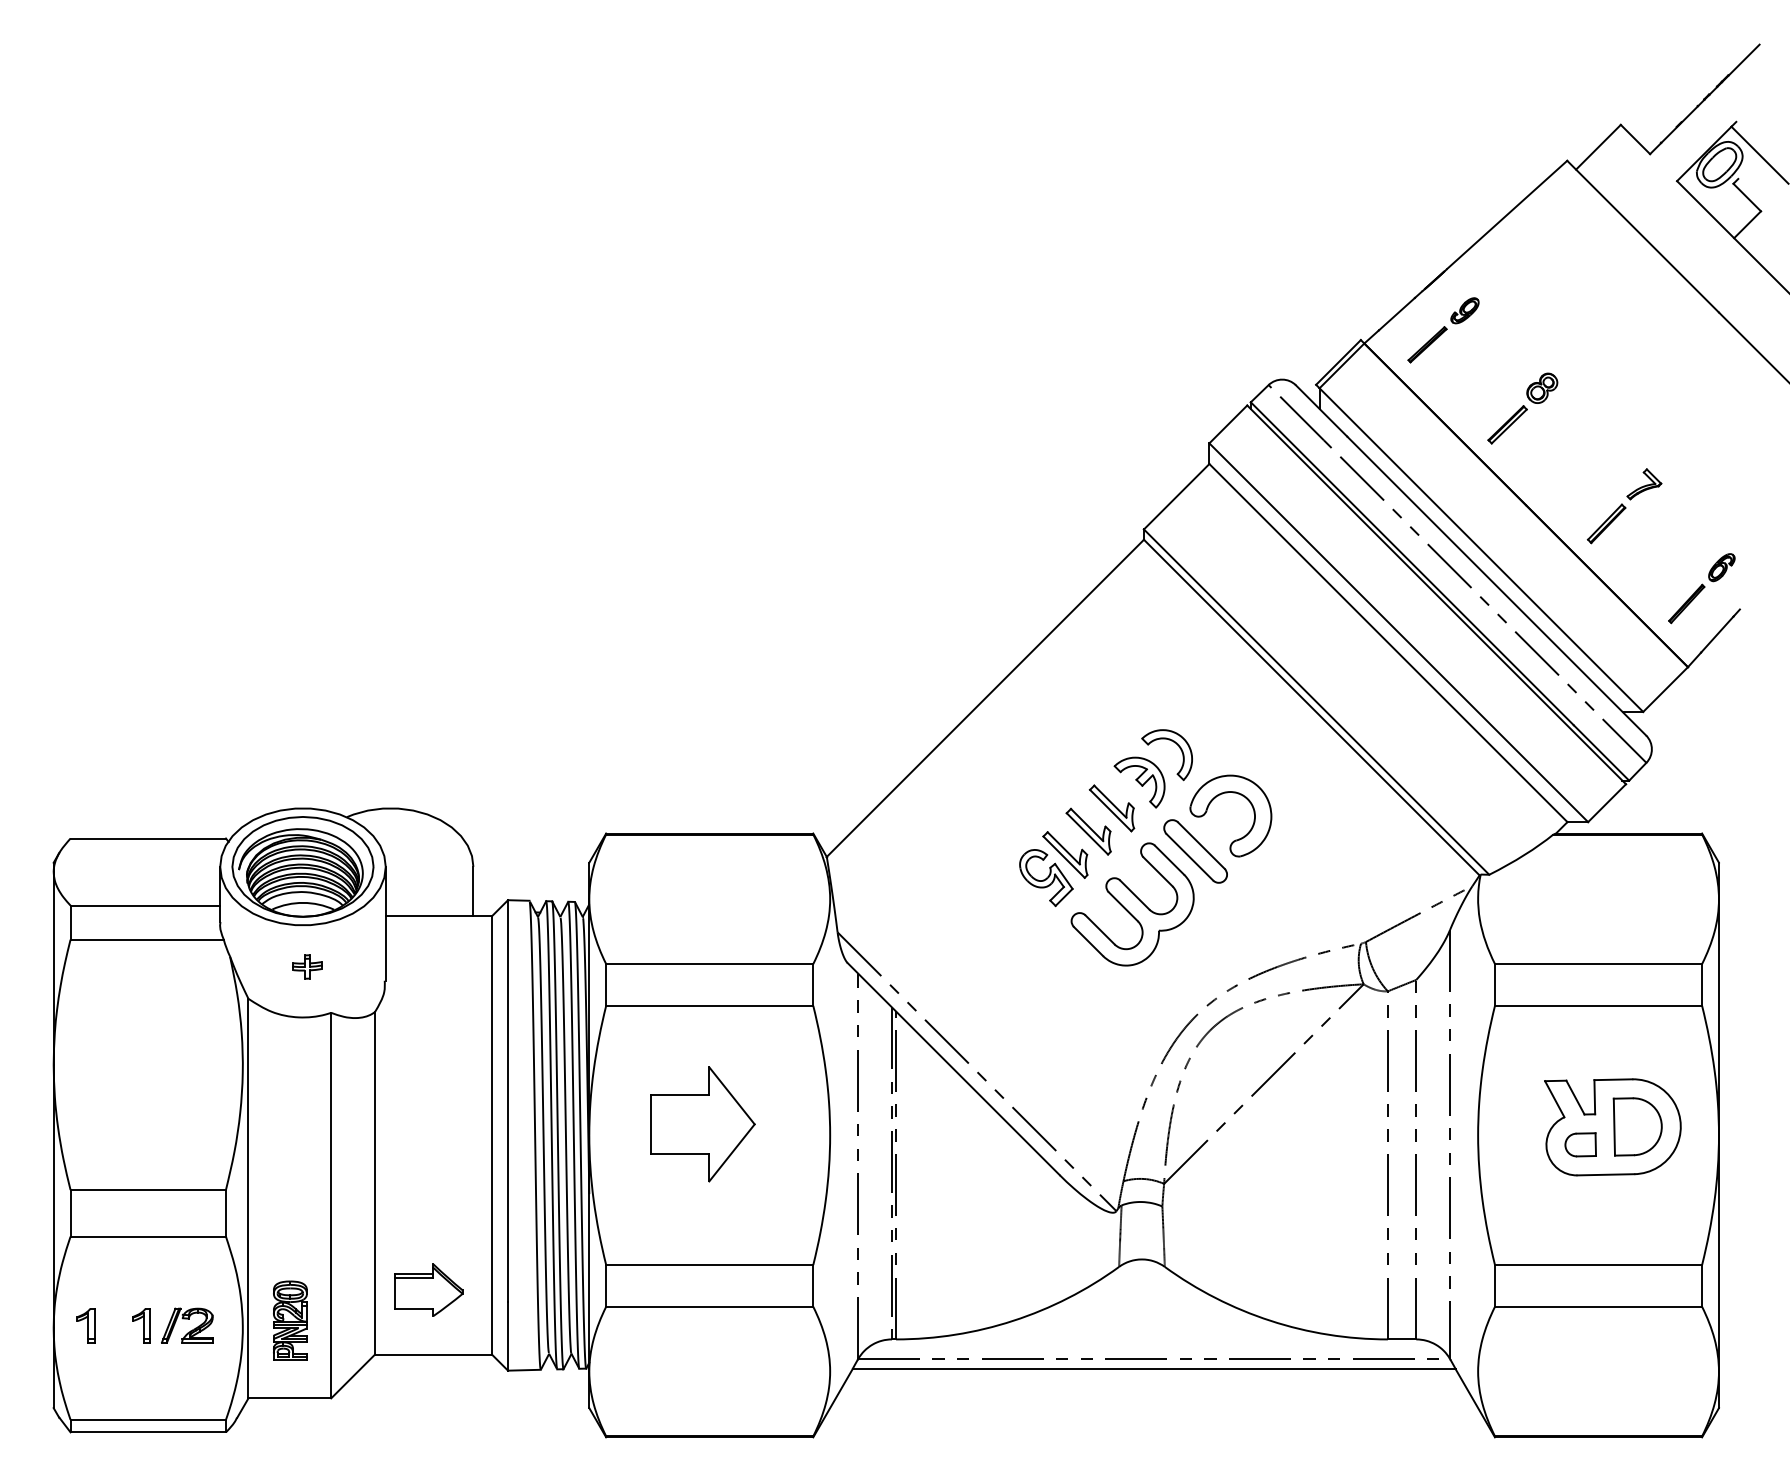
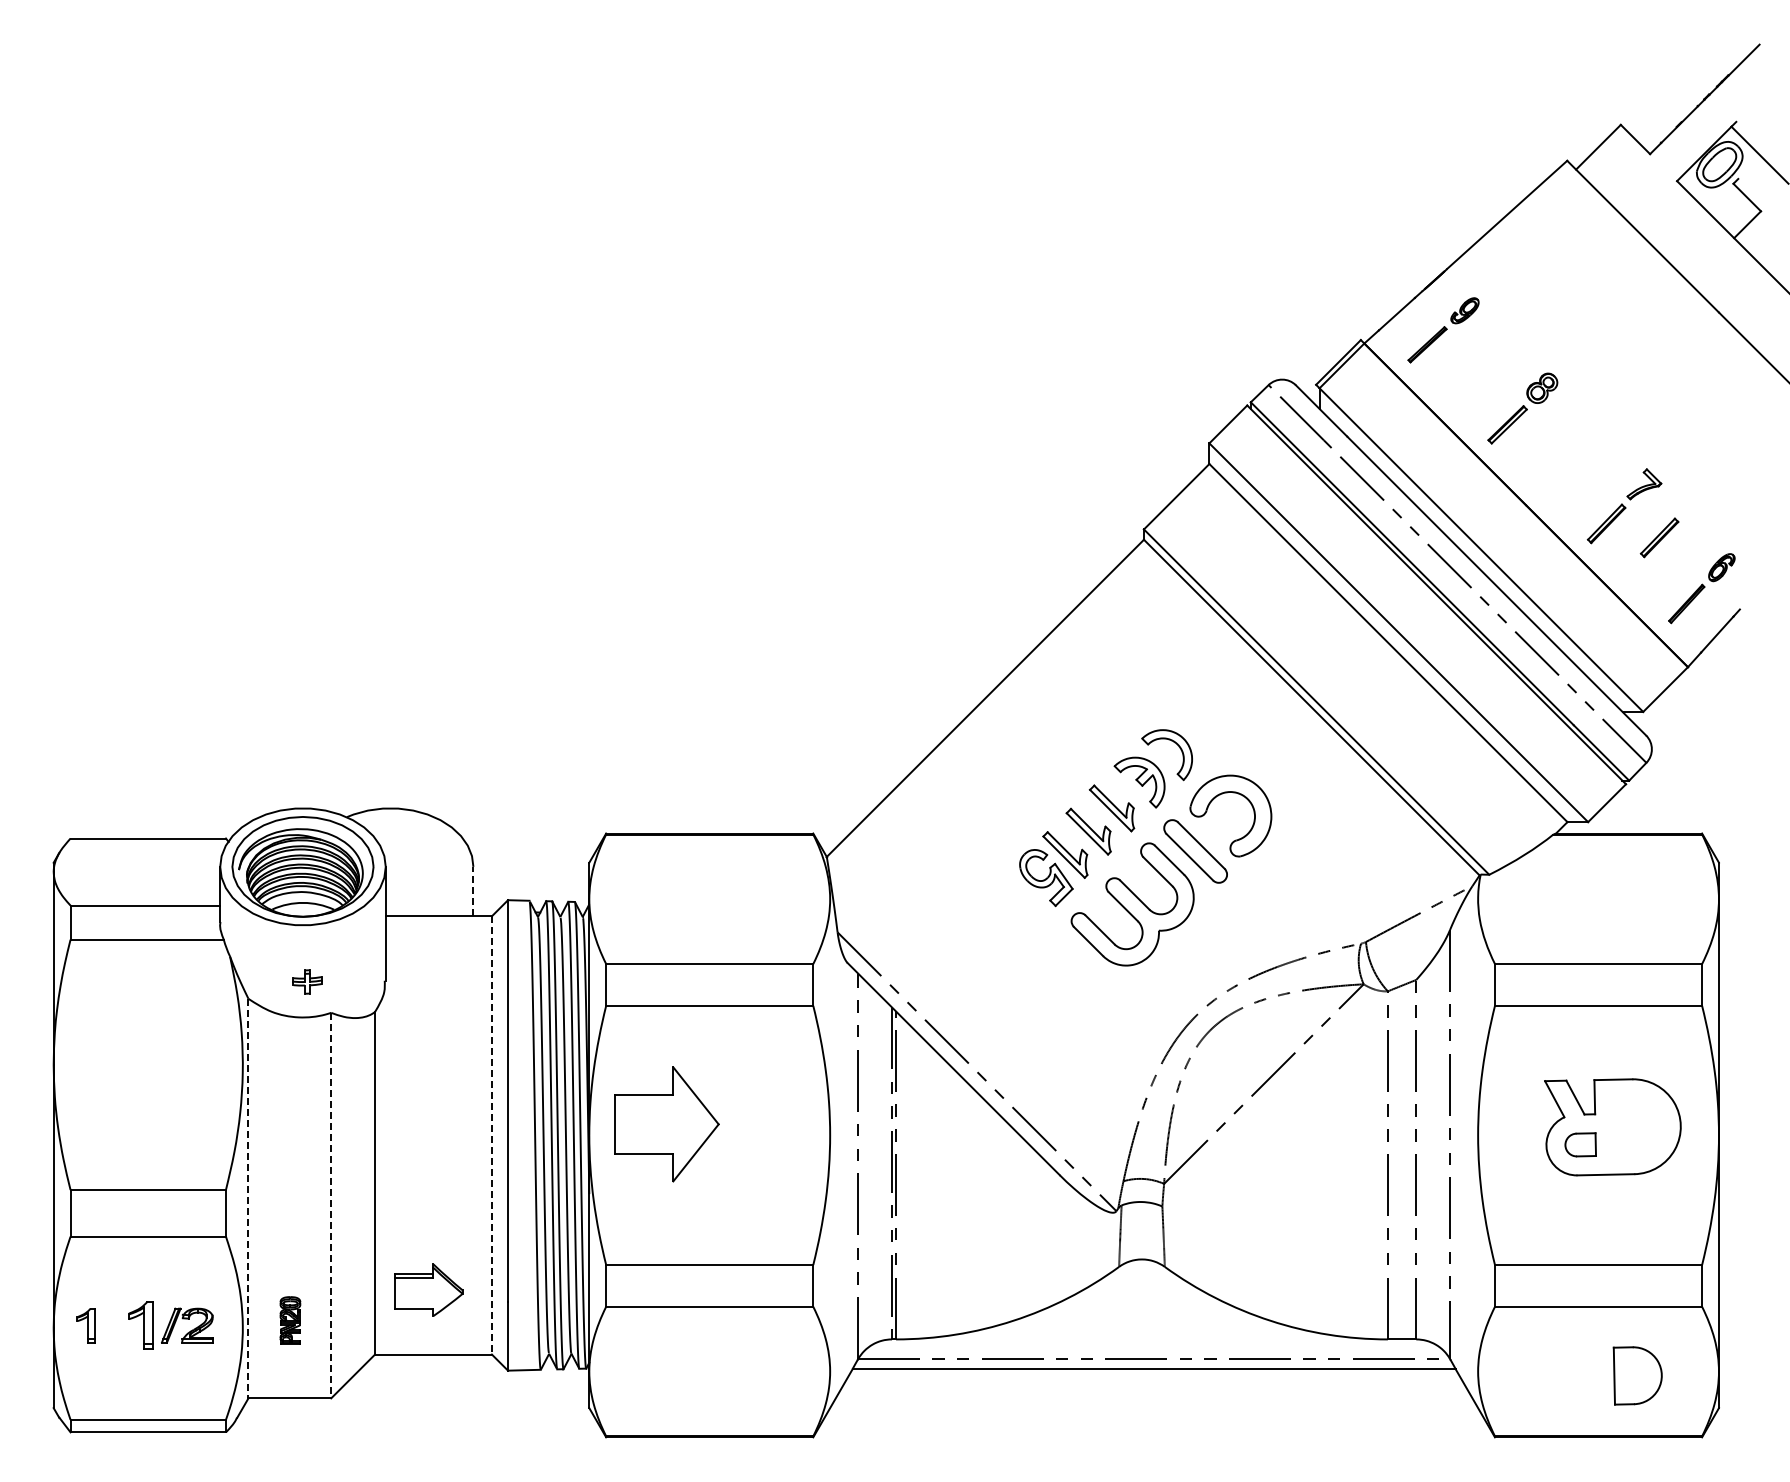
part at (1659, 537): none -> present
line at (473, 891): solid -> dashed
part at (307, 966) position: (307, 966) -> (307, 981)
part at (702, 1124) position: (702, 1124) -> (666, 1124)
part at (1637, 1126) position: (1637, 1126) -> (1637, 1375)
line at (491, 1135): solid -> dashed
line at (248, 1198): solid -> dashed
line at (331, 1205): solid -> dashed
part at (290, 1320) size: 35x81 px -> 23x49 px
part at (141, 1325) size: 19x36 px -> 26x49 px
